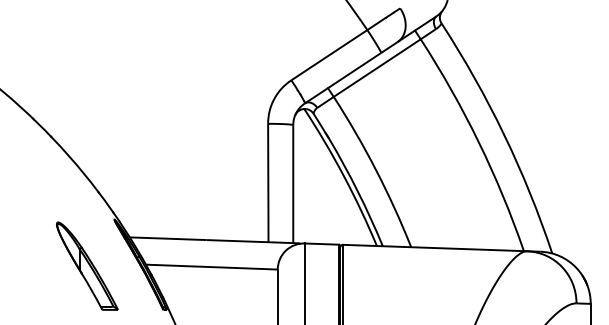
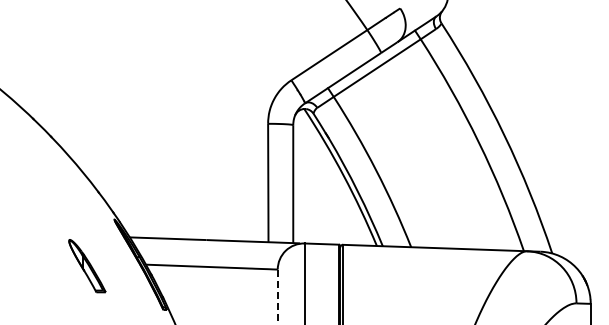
part at (87, 265) size: 63x90 px -> 39x55 px
line at (277, 296): solid -> dashed
